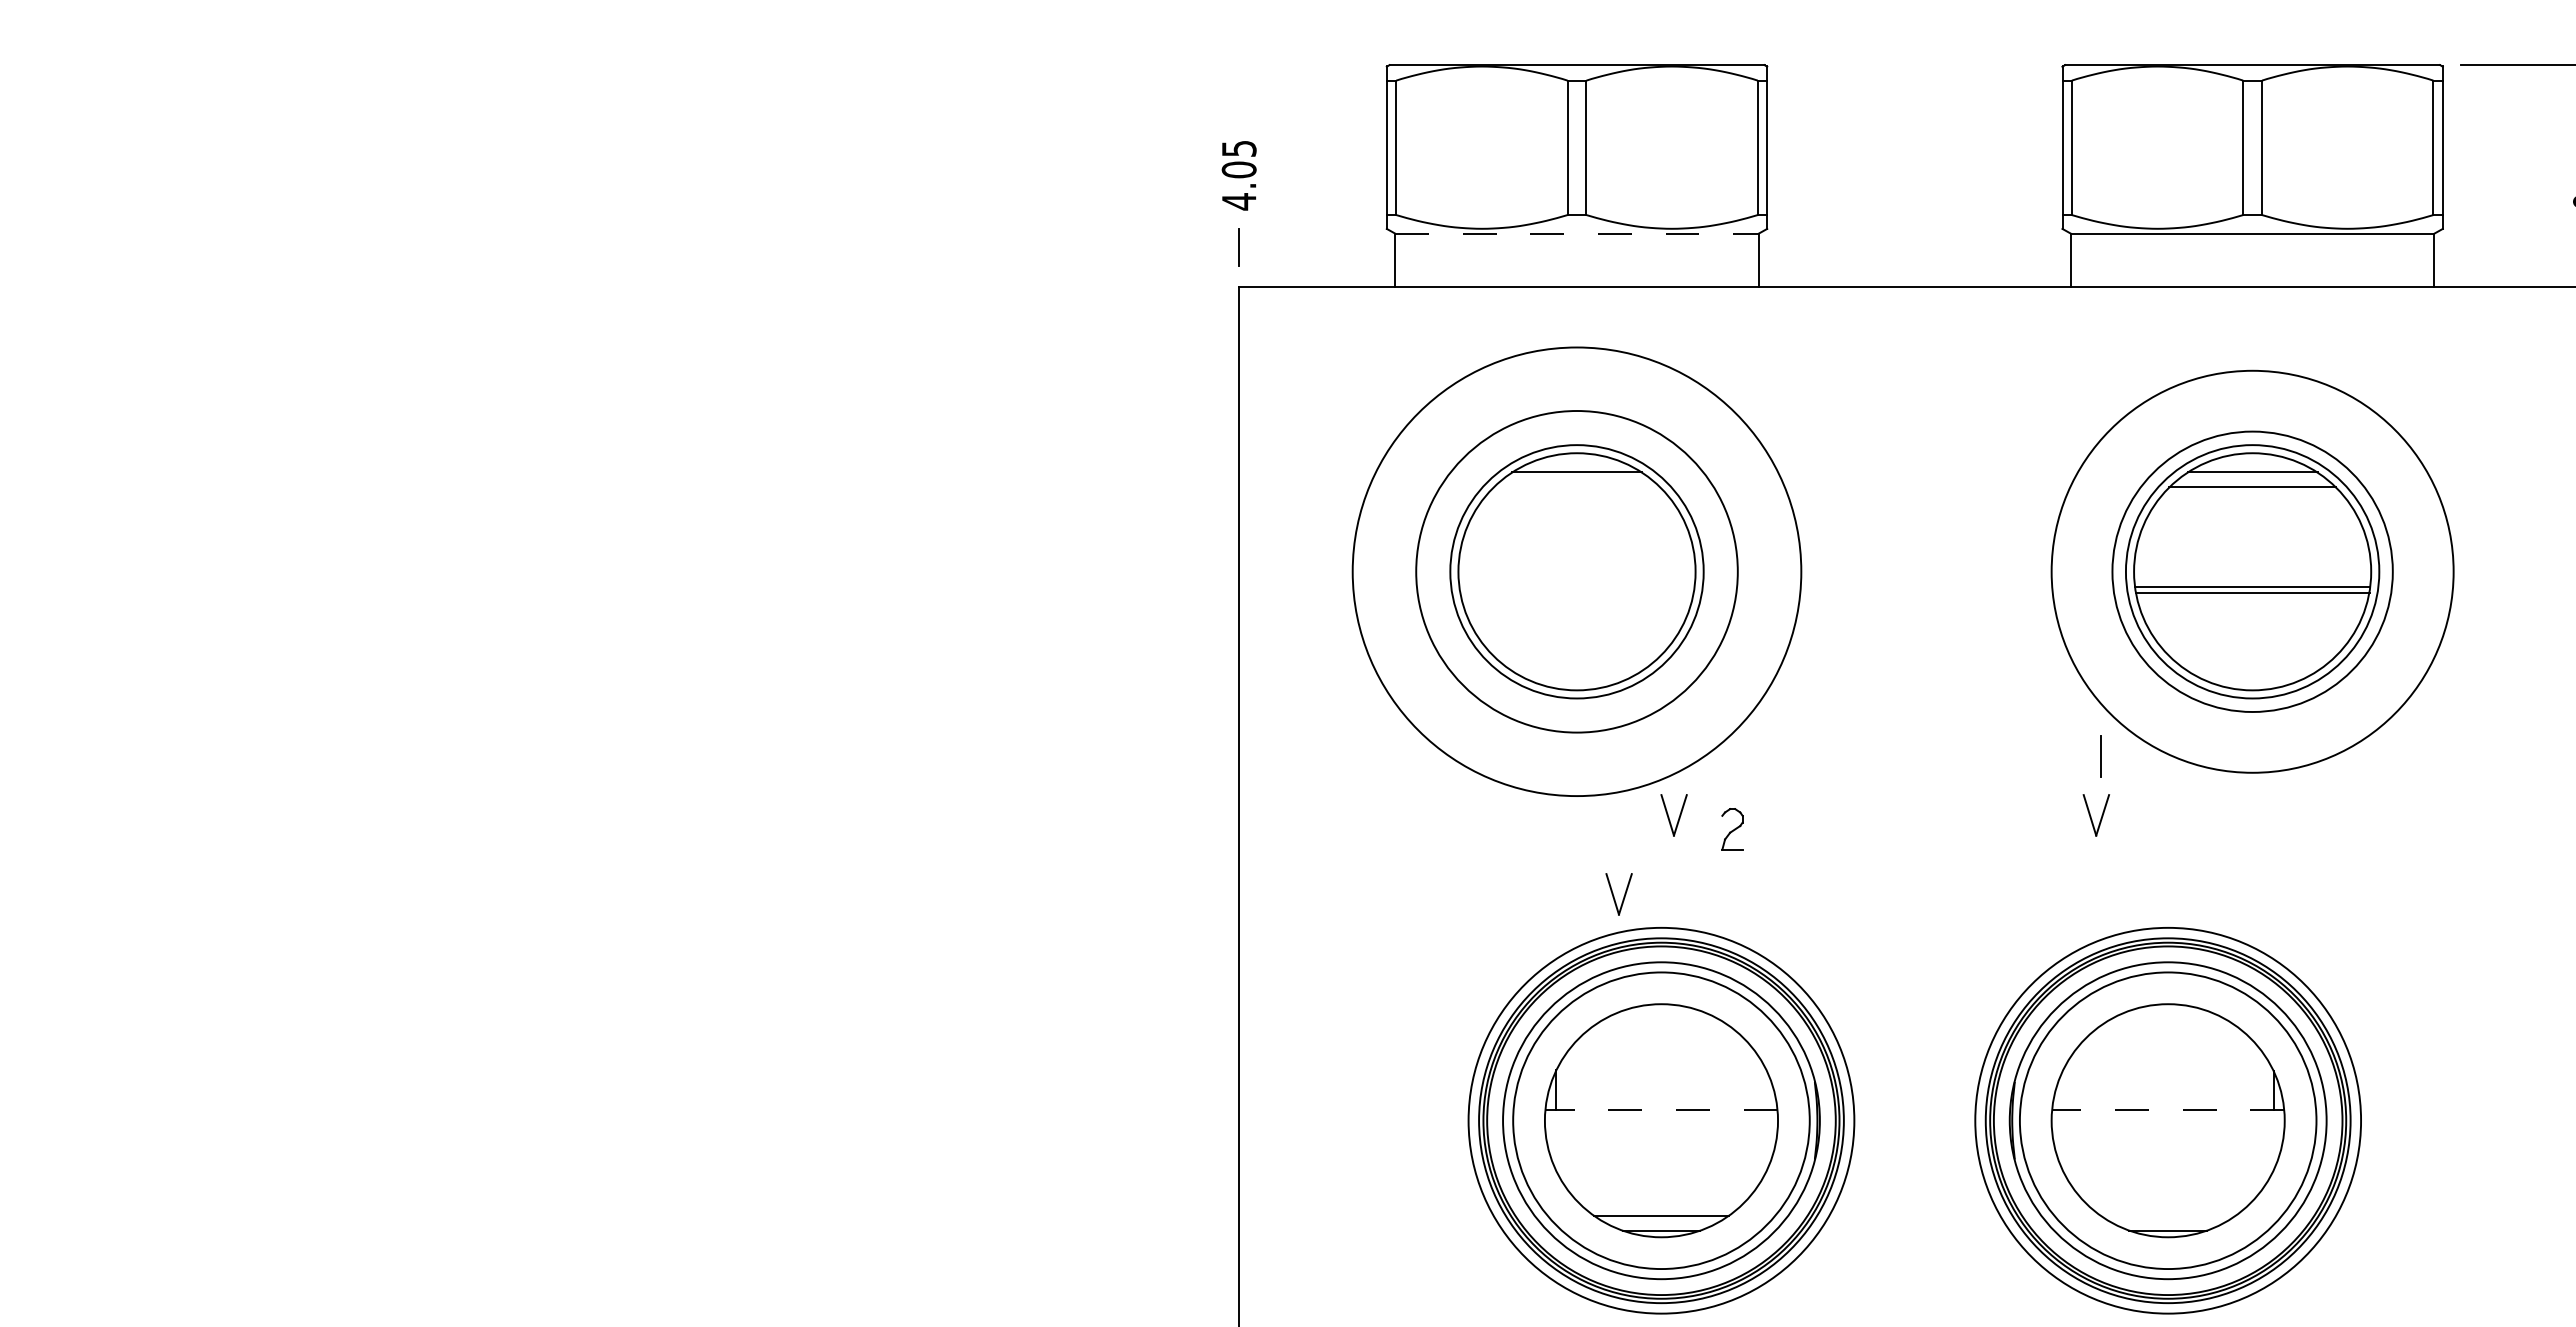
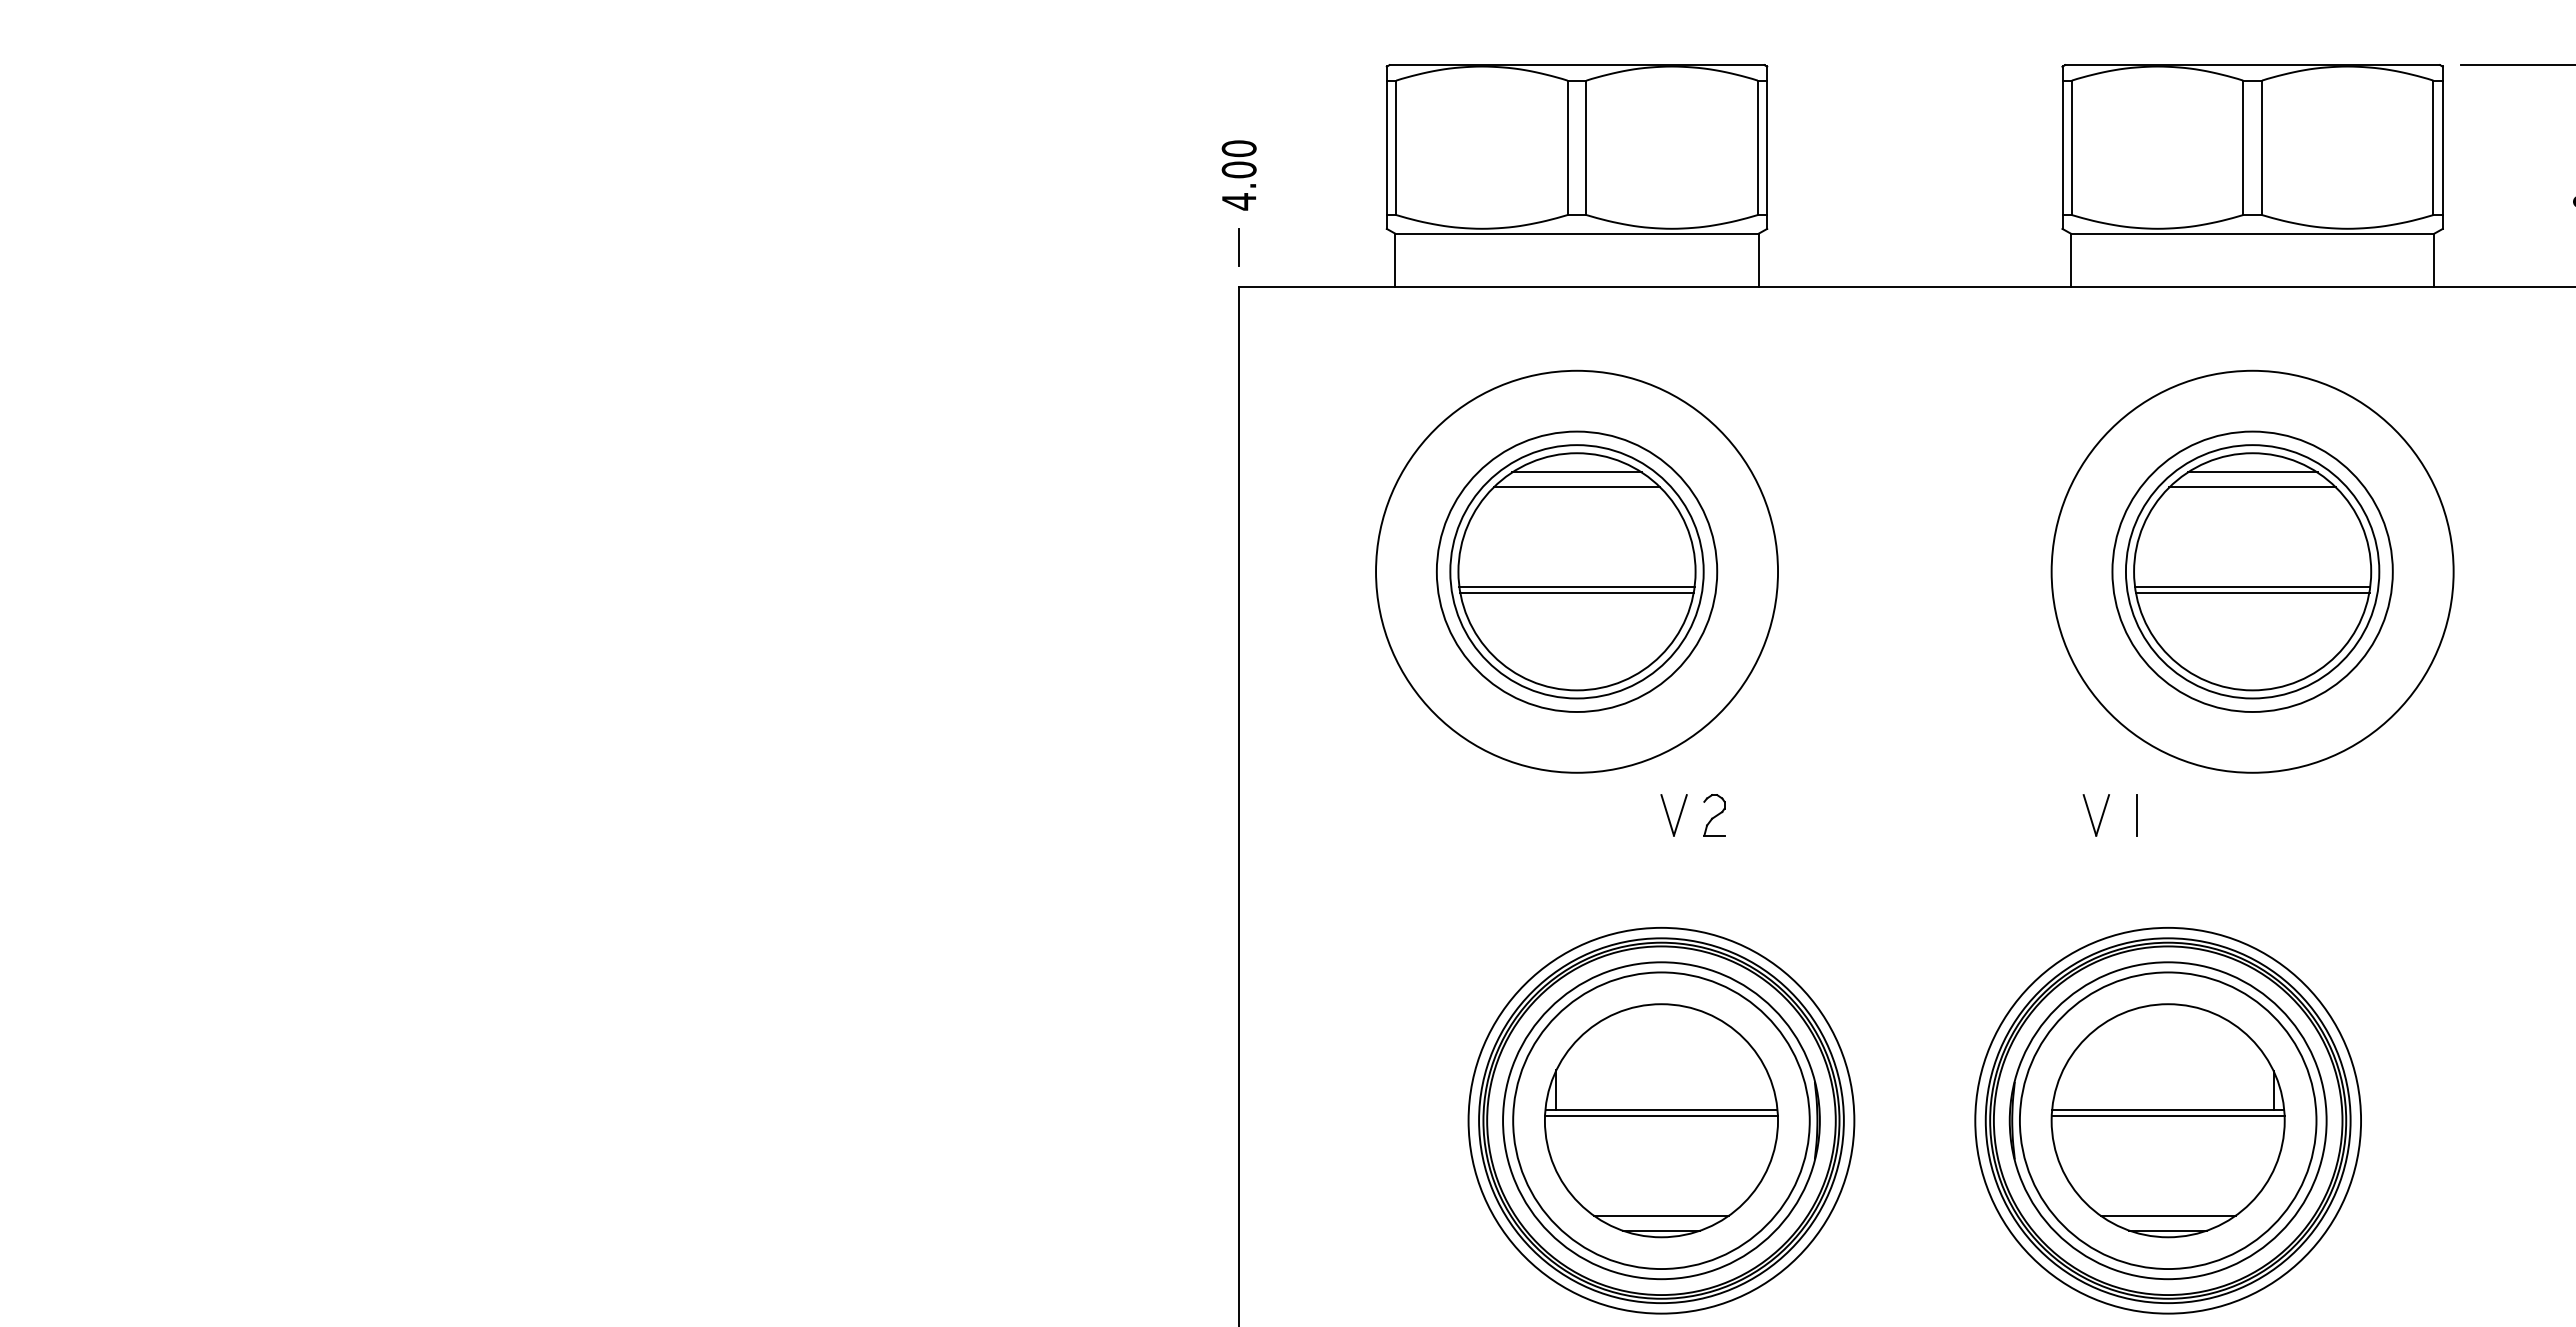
text at (1238, 148): 4.05 -> 4.00
line at (1577, 233): dashed -> solid
line at (1576, 487): none -> present
circle at (1576, 571) diameter: 322 px -> 402 px
circle at (1576, 571) diameter: 449 px -> 280 px
line at (1576, 587): none -> present
line at (1576, 592): none -> present
line at (2100, 756) position: (2100, 756) -> (2136, 815)
part at (1732, 829) position: (1732, 829) -> (1714, 815)
part at (1618, 894): present -> none
line at (1661, 1110): dashed -> solid
line at (2168, 1110): dashed -> solid
line at (1661, 1115): none -> present
line at (2167, 1115): none -> present
line at (2167, 1215): none -> present
